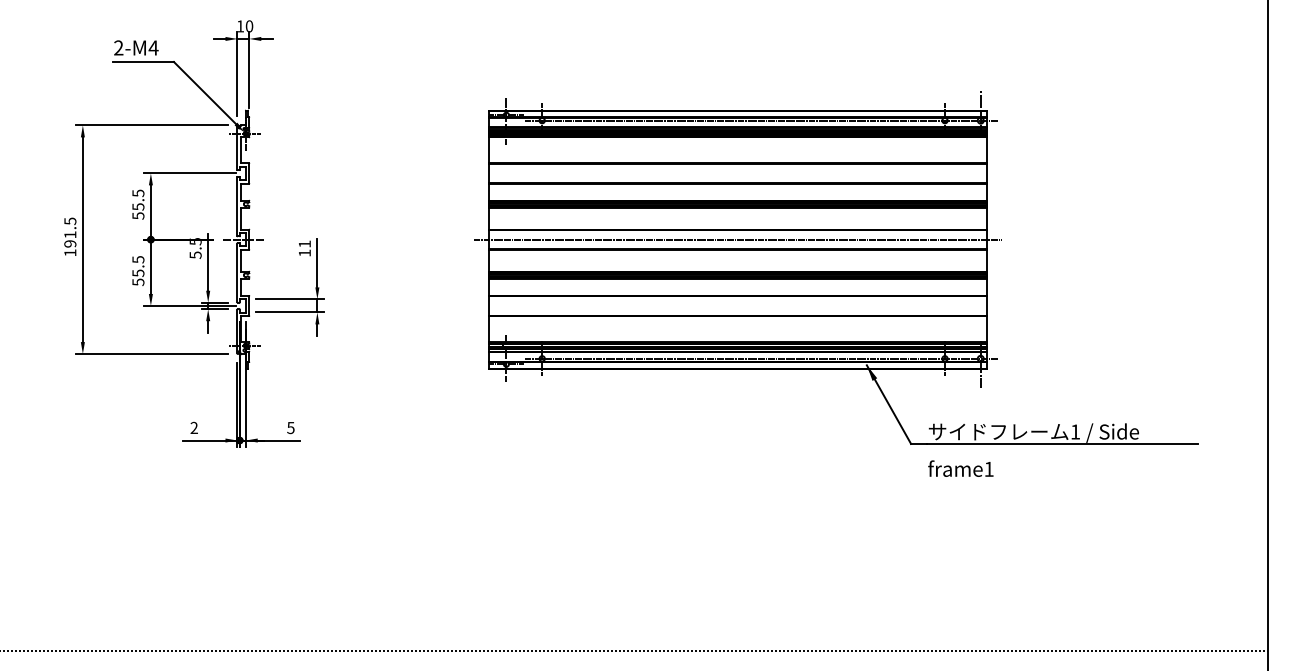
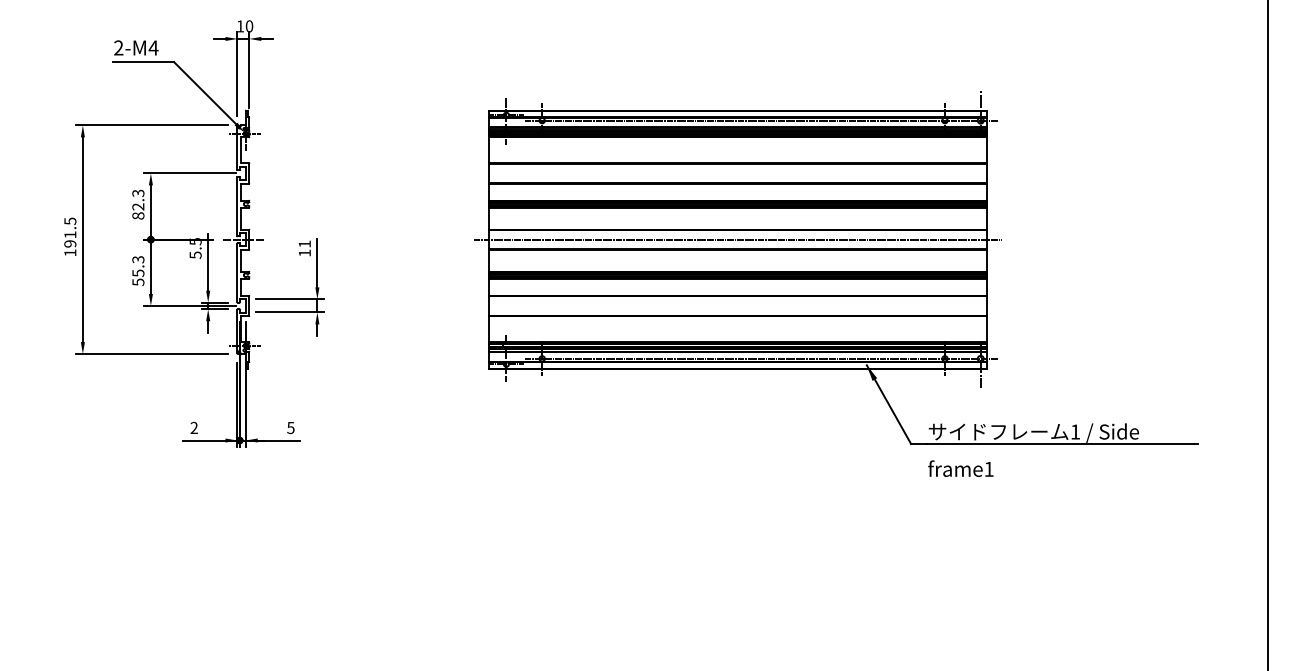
text at (138, 204): 55.5 -> 82.3
text at (137, 259): 55.5 -> 55.3
line at (634, 650): present -> none
